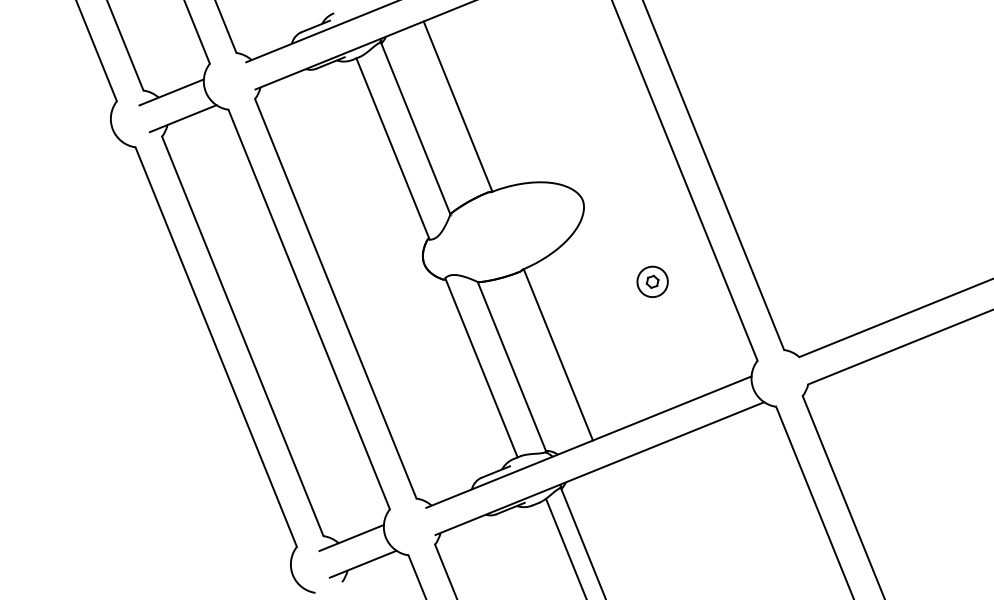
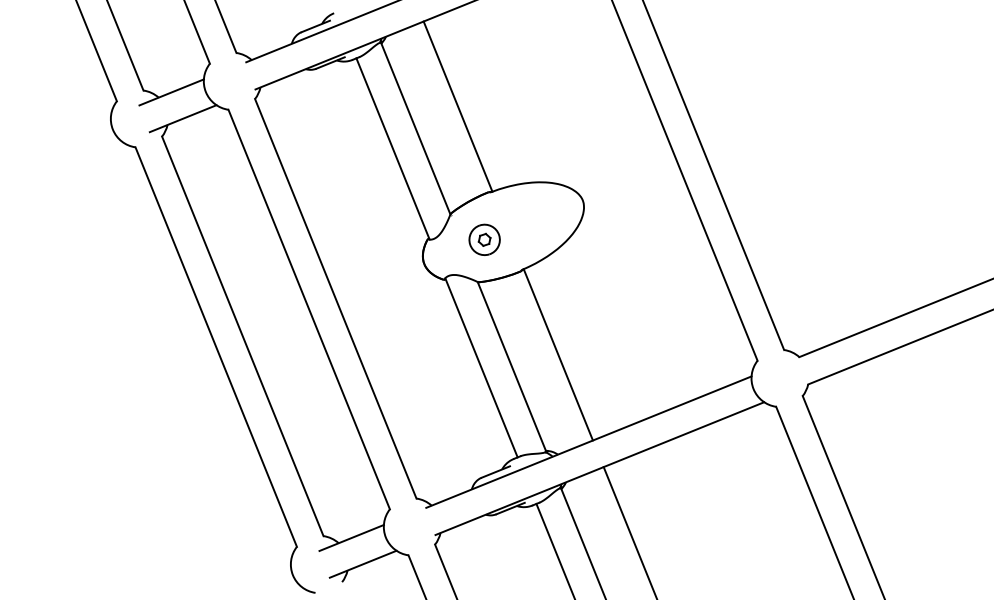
part at (652, 281) position: (652, 281) -> (484, 239)
line at (629, 531): none -> present
line at (565, 547) position: (565, 547) -> (555, 549)
